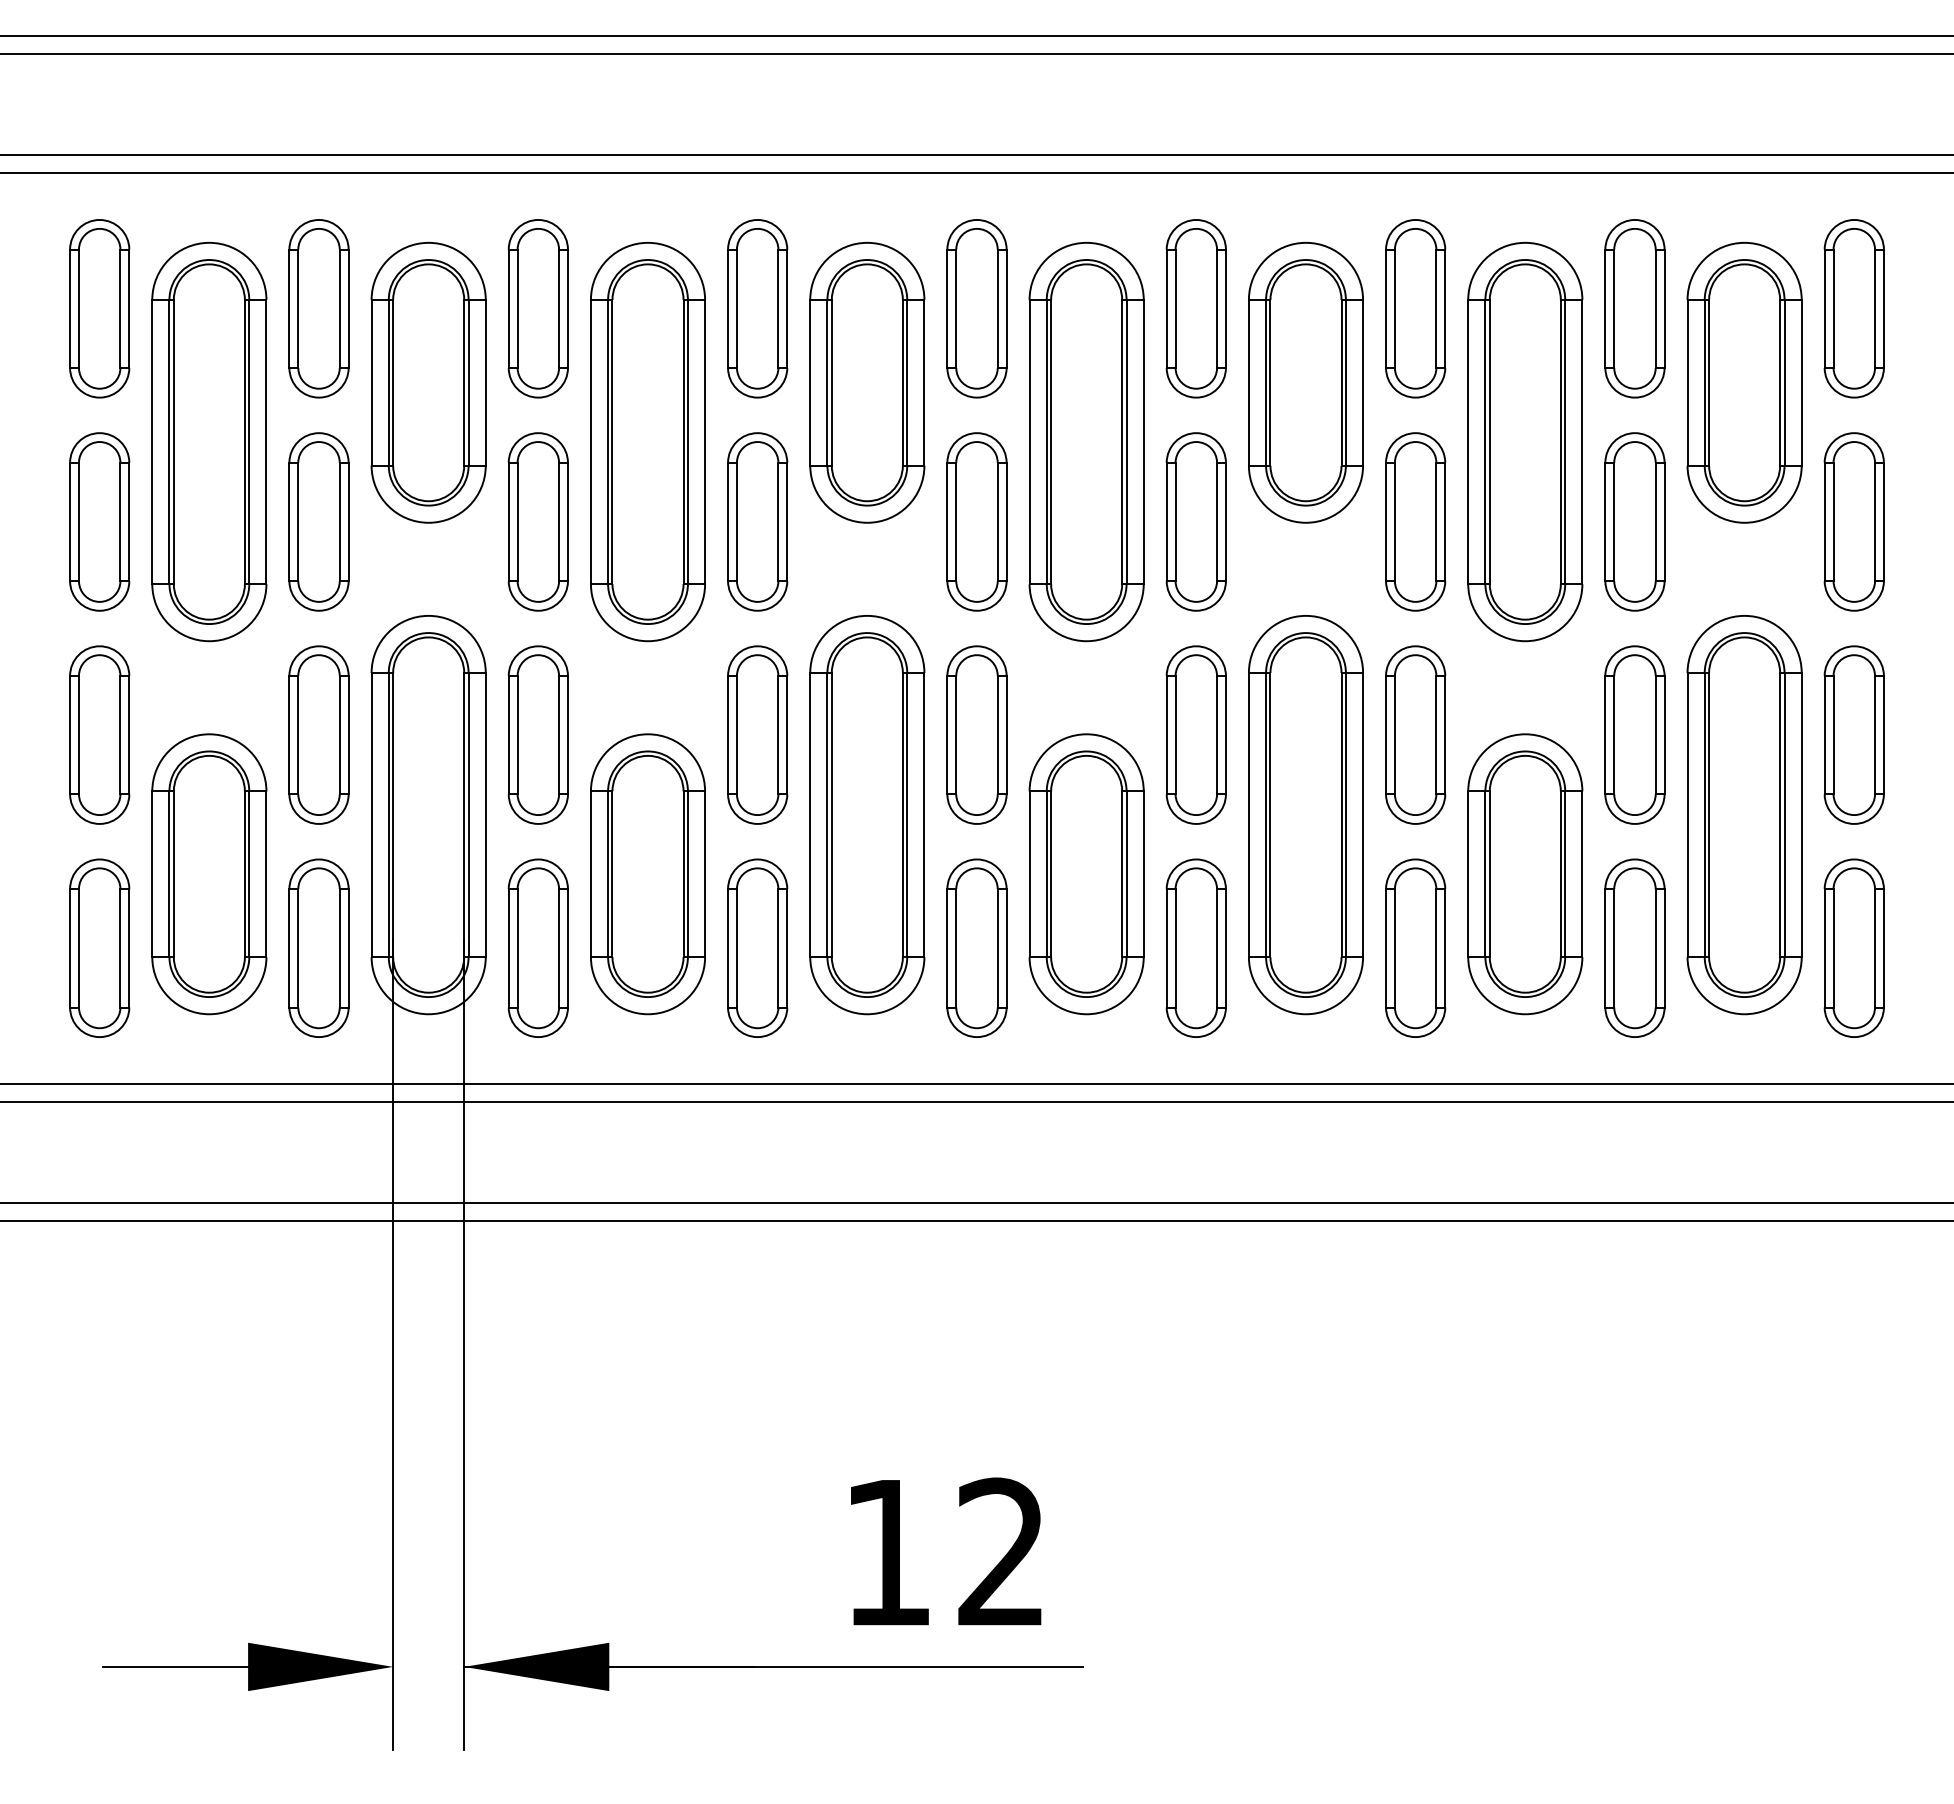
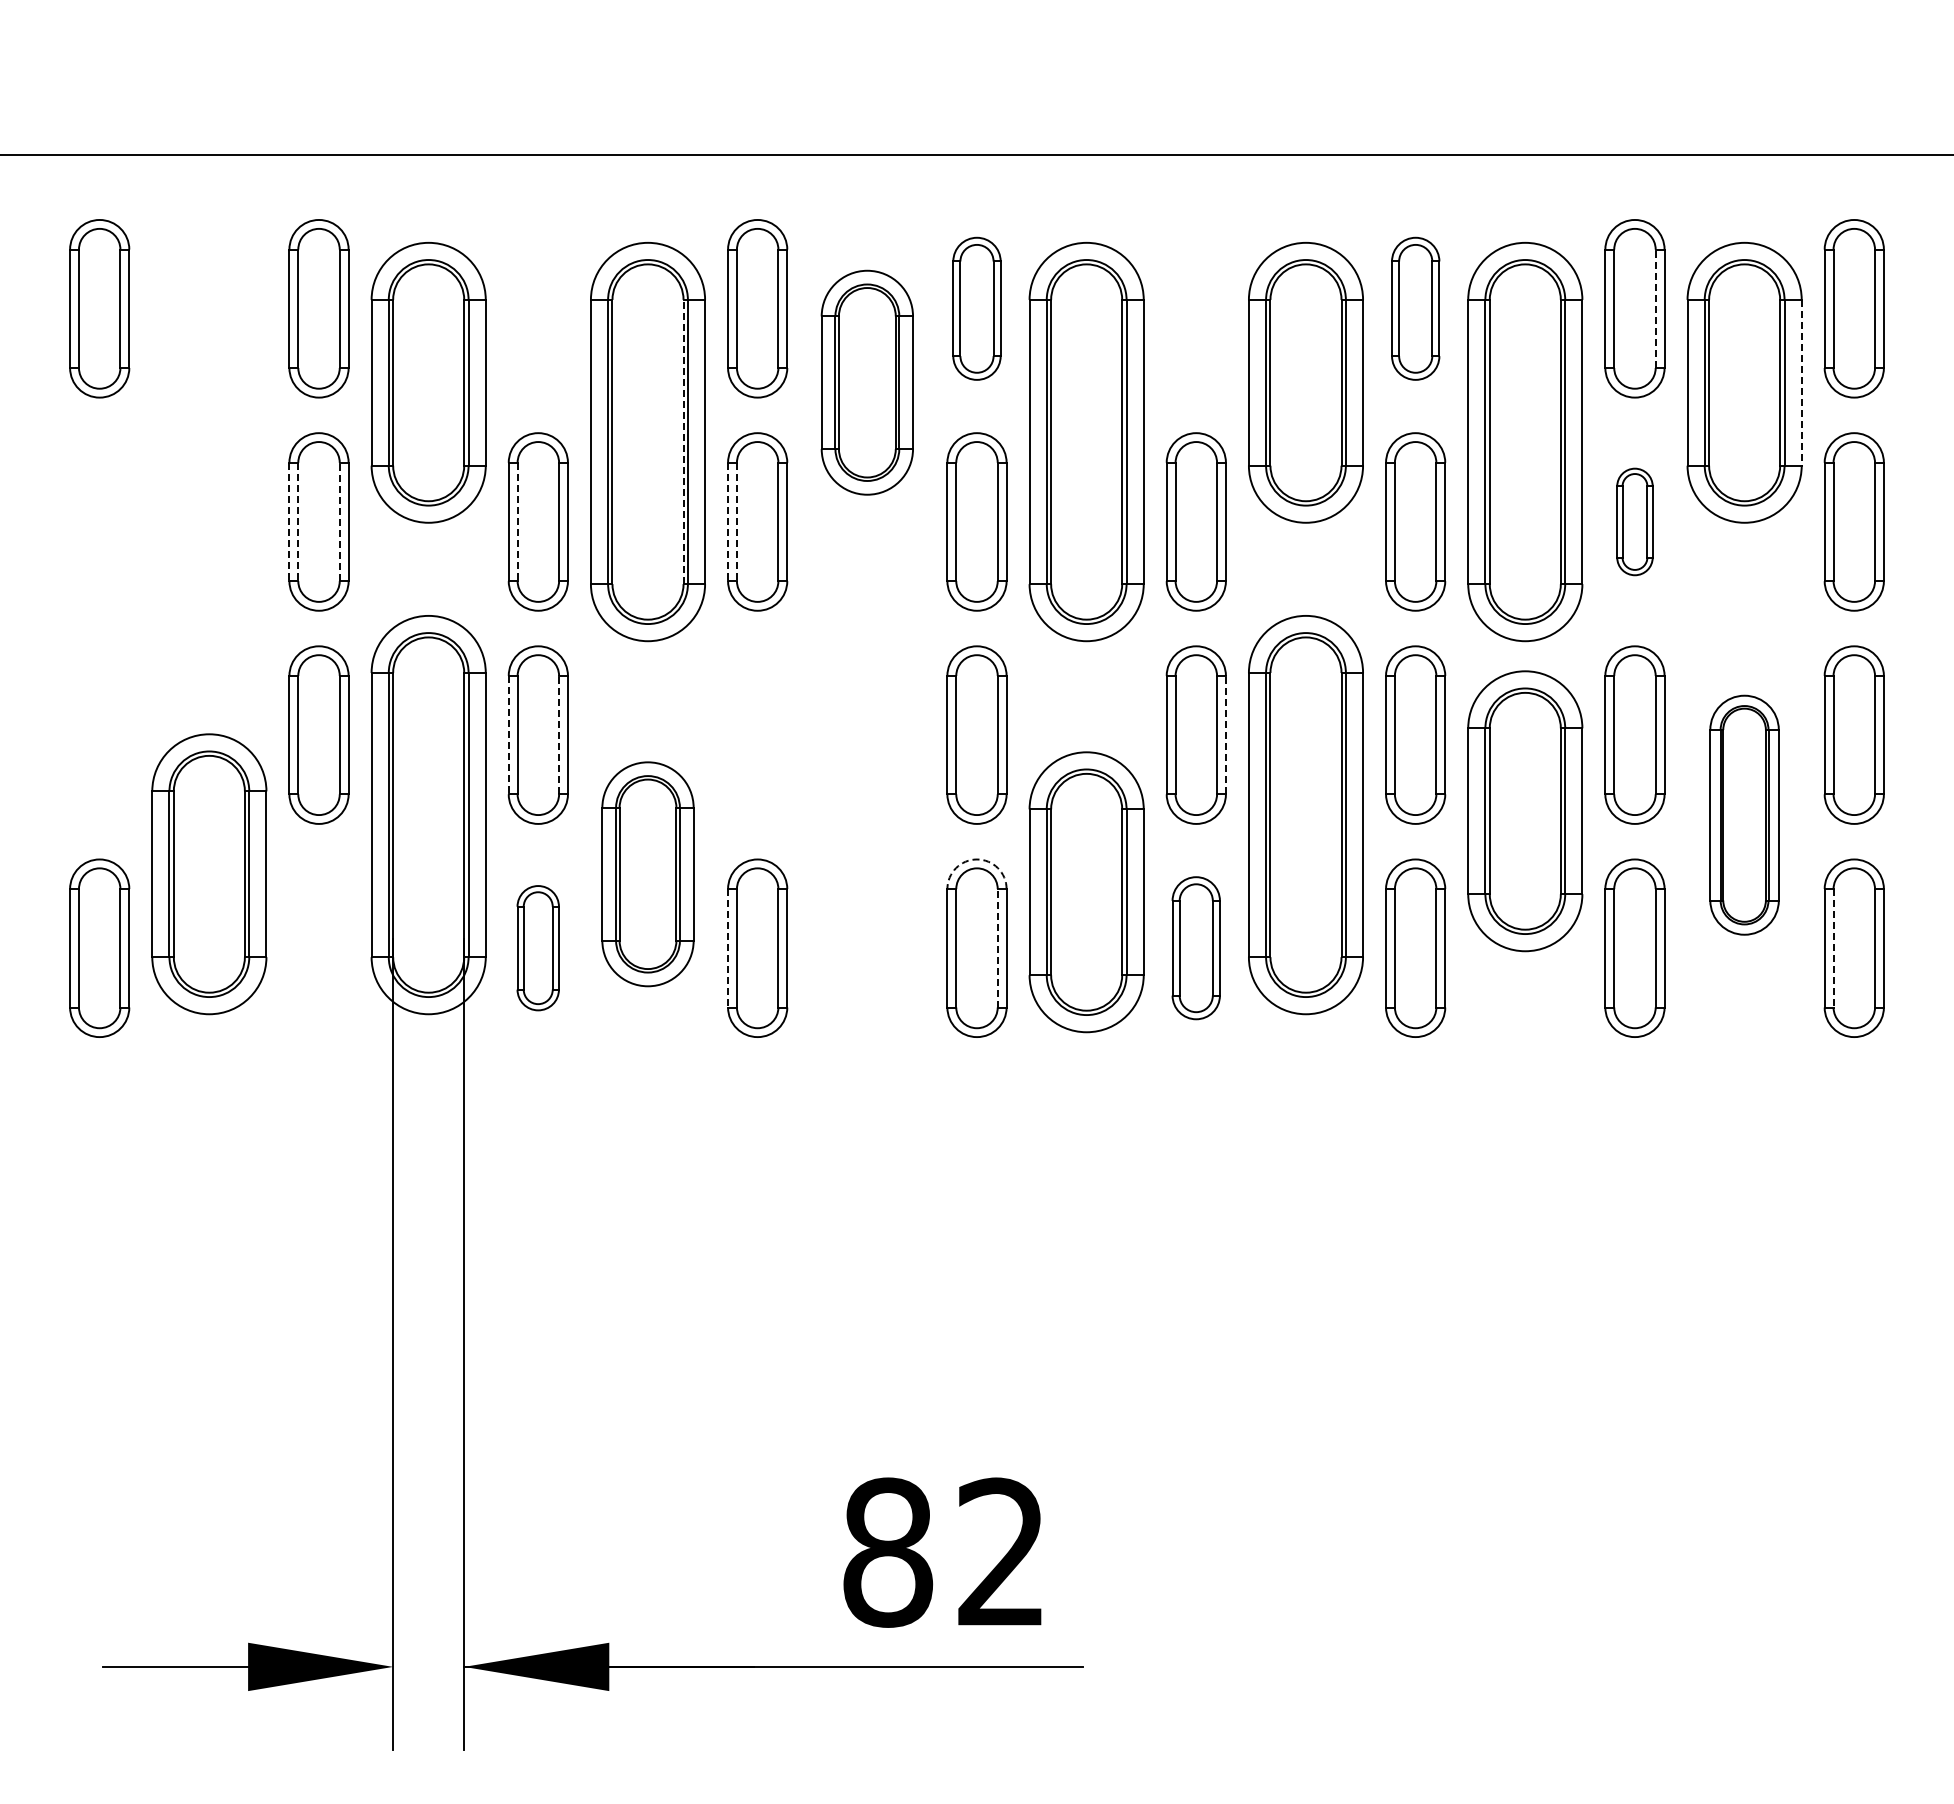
line at (976, 36): present -> none
line at (976, 54): present -> none
line at (976, 172): present -> none
part at (537, 308): present -> none
part at (976, 308) size: 62x180 px -> 50x145 px
part at (1195, 308): present -> none
part at (1415, 308) size: 62x180 px -> 50x145 px
line at (1655, 308): solid -> dashed
part at (867, 382) size: 117x283 px -> 94x227 px
line at (1801, 382): solid -> dashed
part at (209, 441): present -> none
line at (683, 441): solid -> dashed
part at (99, 521): present -> none
line at (339, 521): solid -> dashed
part at (1634, 521) size: 62x180 px -> 38x110 px
line at (289, 522): solid -> dashed
line at (298, 522): solid -> dashed
line at (517, 522): solid -> dashed
line at (728, 522): solid -> dashed
line at (736, 522): solid -> dashed
part at (99, 734): present -> none
line at (559, 734): solid -> dashed
part at (757, 734): present -> none
line at (1225, 734): solid -> dashed
line at (508, 735): solid -> dashed
part at (867, 815): present -> none
part at (1744, 815) size: 117x401 px -> 71x242 px
arc at (977, 859): solid -> dashed
part at (647, 874) size: 116x283 px -> 94x227 px
part at (1086, 874) position: (1086, 874) -> (1086, 892)
part at (1525, 874) position: (1525, 874) -> (1525, 811)
part at (318, 947): present -> none
part at (537, 947) size: 62x180 px -> 44x127 px
line at (997, 947): solid -> dashed
part at (1195, 947) size: 62x180 px -> 50x145 px
line at (728, 948): solid -> dashed
line at (1833, 948): solid -> dashed
line at (976, 1084): present -> none
line at (976, 1102): present -> none
line at (976, 1202): present -> none
line at (976, 1220): present -> none
text at (888, 1552): 12 -> 82
